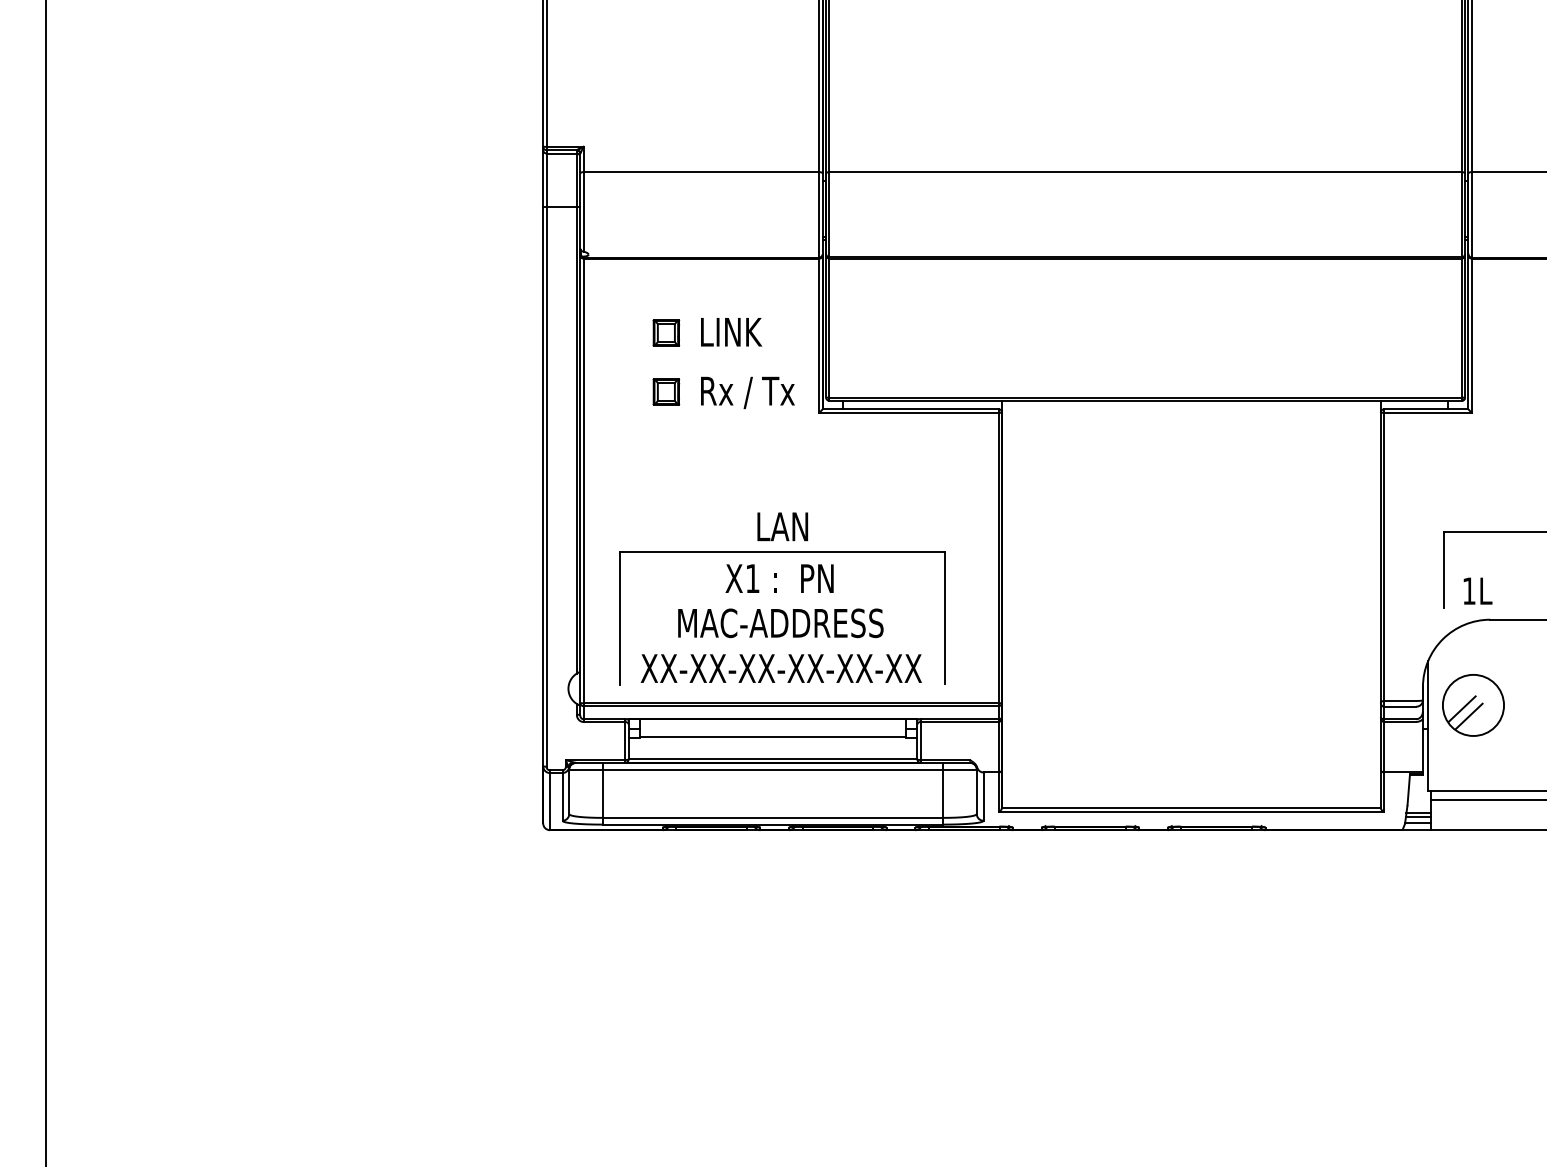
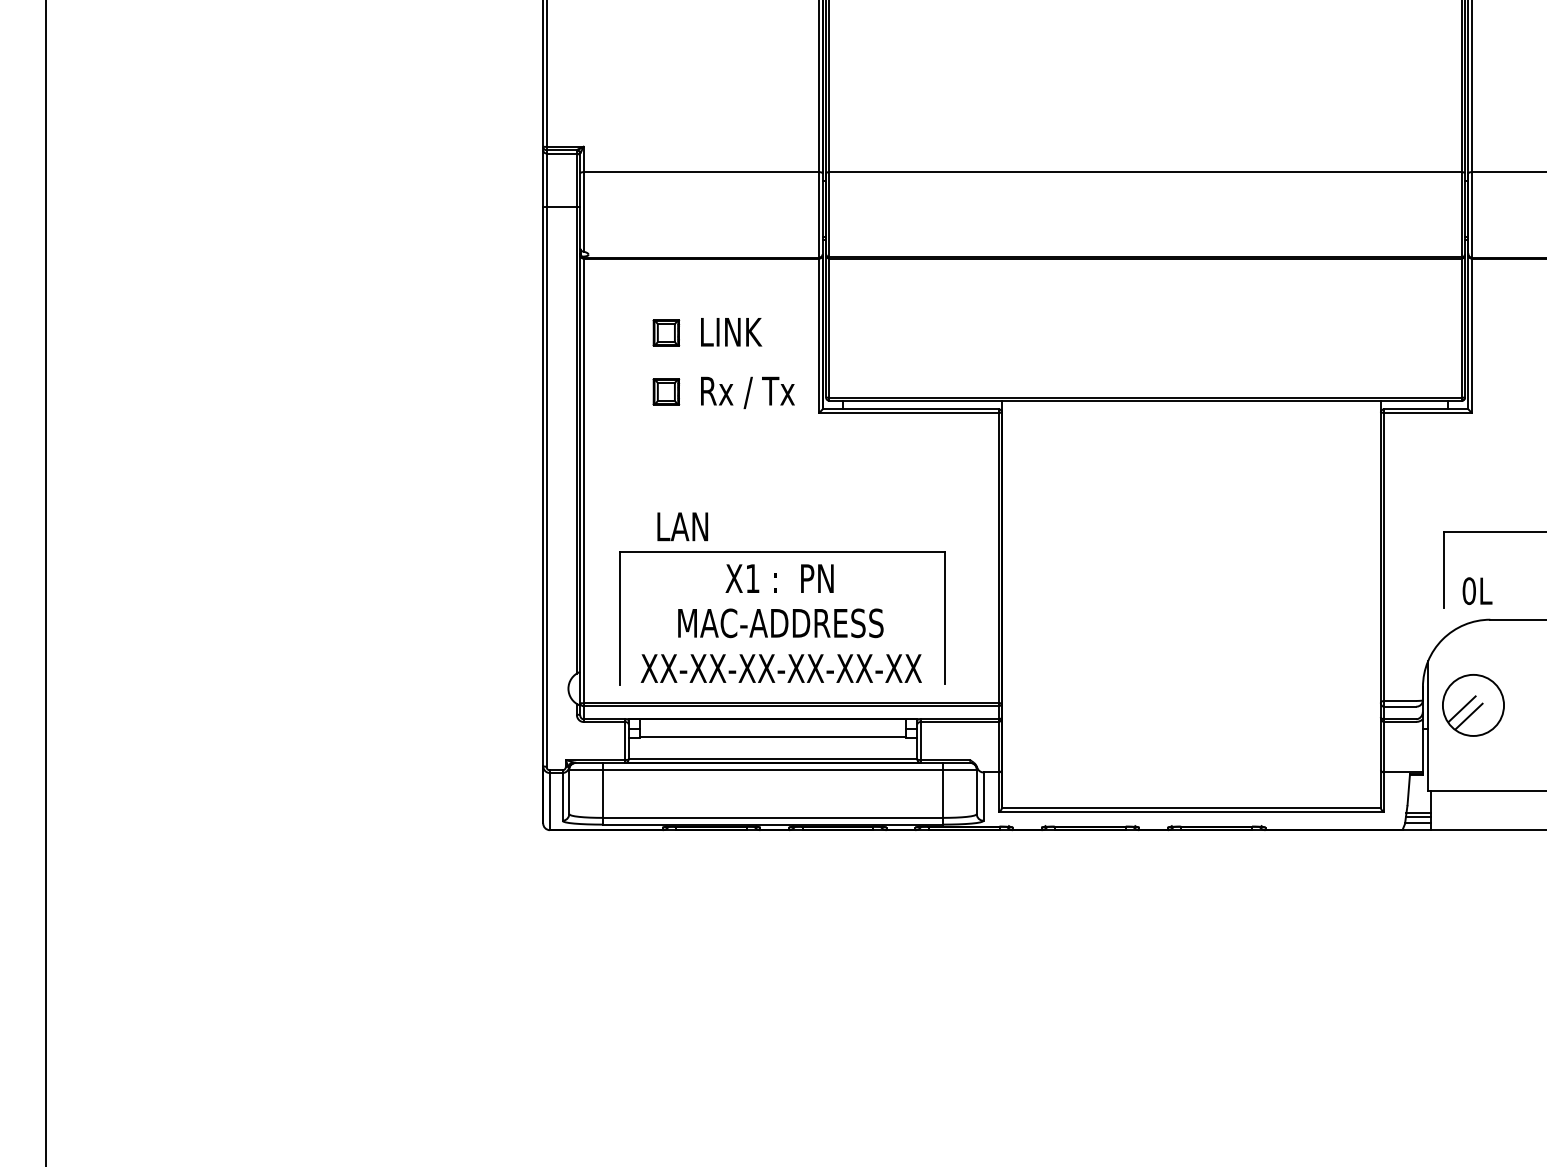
text at (782, 526) position: (782, 526) -> (682, 526)
text at (1468, 591): 1L -> 0L
line at (1487, 799): present -> none
